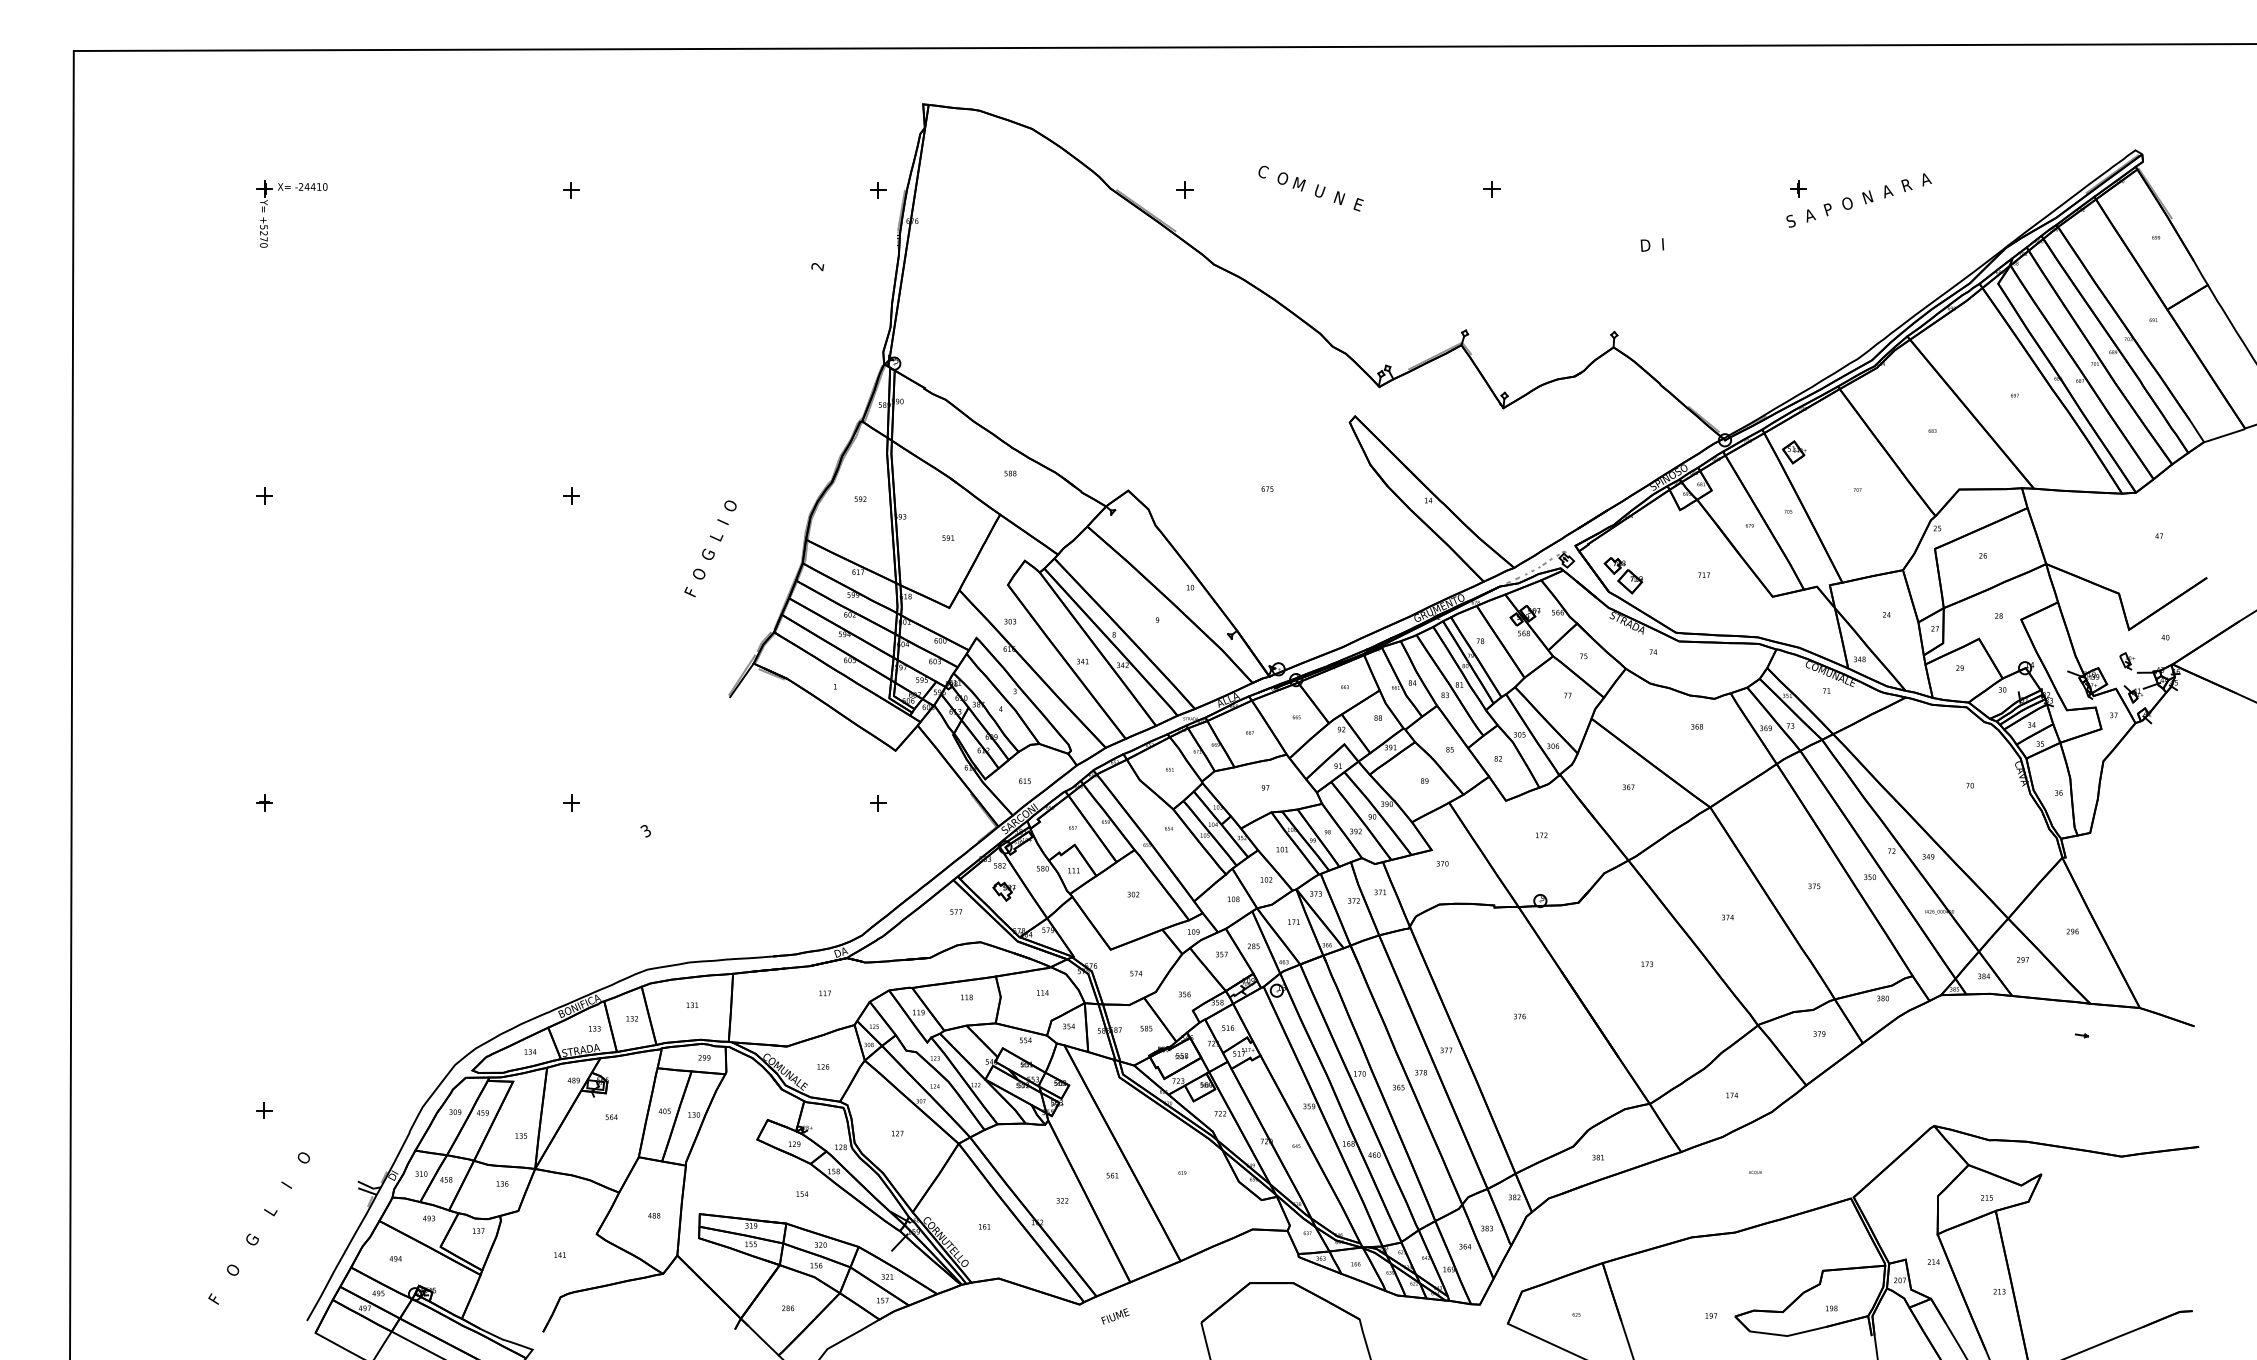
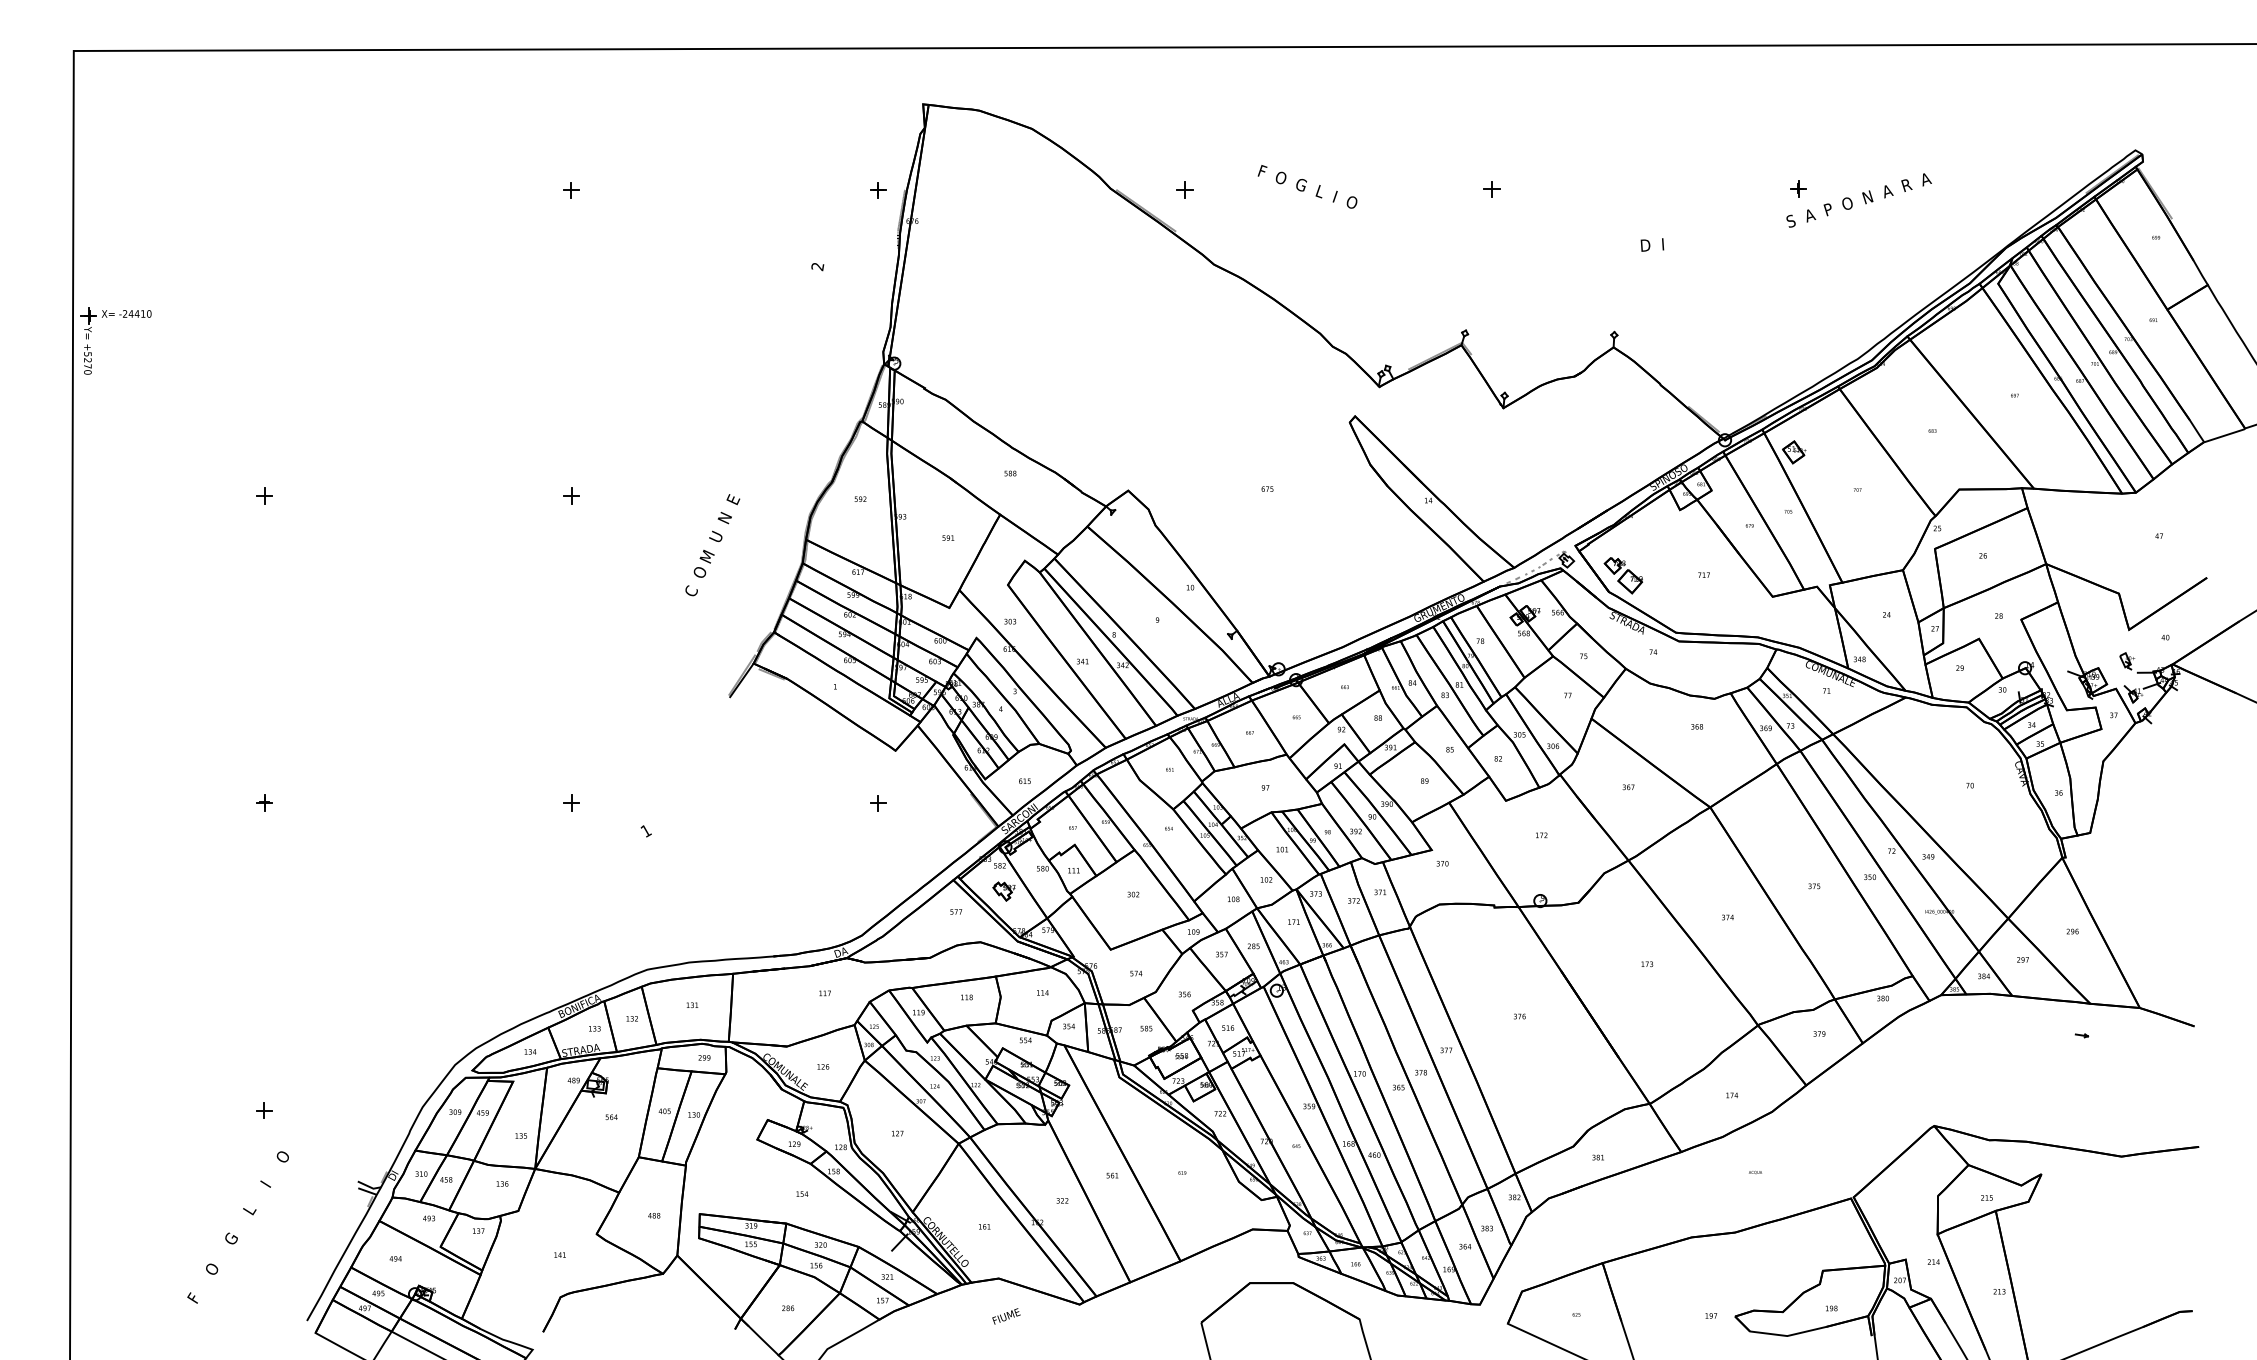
text at (1310, 188): C  O M  U  N  E -> F  O  G  L  I  O
part at (283, 190) position: (283, 190) -> (107, 317)
text at (712, 545): F  O  G  L  I  O -> C  O M  U  N  E
text at (645, 831): 3 -> 1
text at (258, 1228) position: (258, 1228) -> (237, 1227)
text at (1115, 1316) position: (1115, 1316) -> (1006, 1316)
